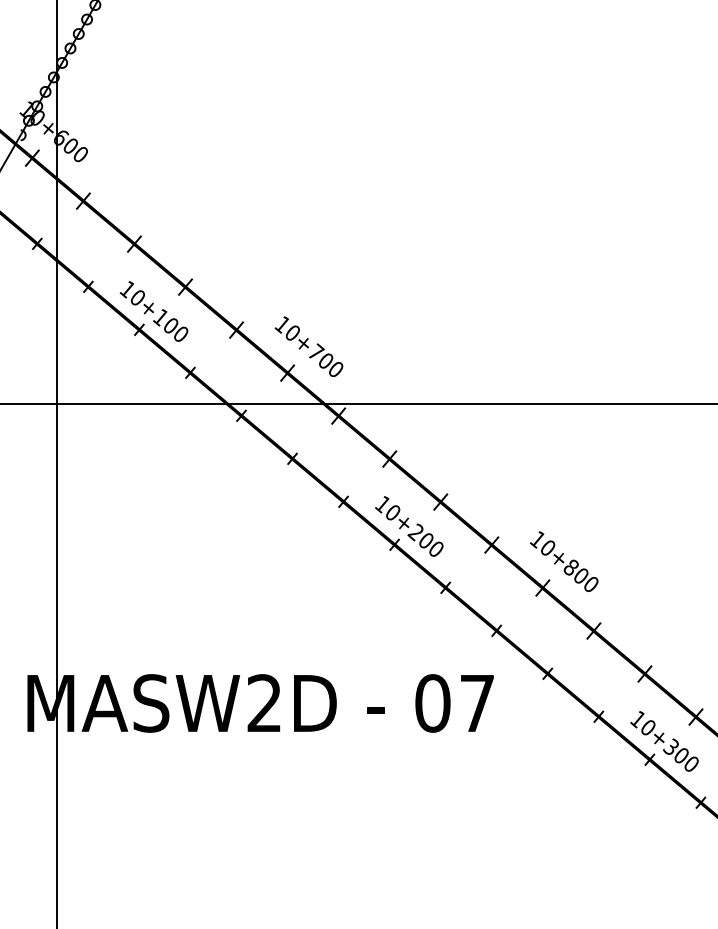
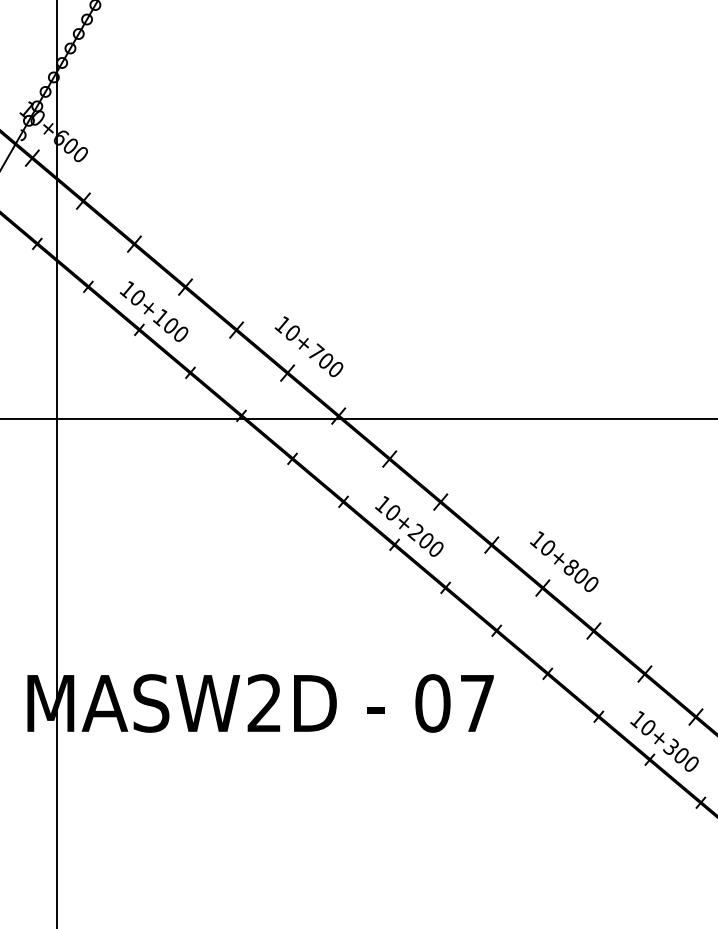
line at (358, 403) position: (358, 403) -> (358, 418)
